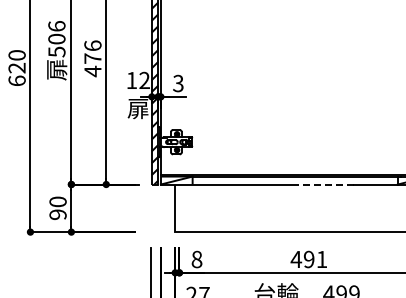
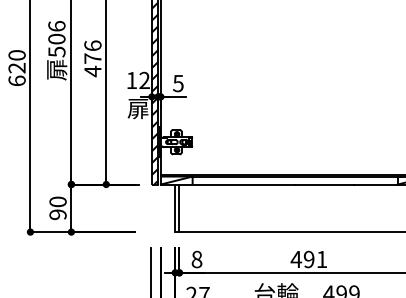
text at (178, 82): 3 -> 5
line at (324, 184): dashed -> solid
line at (179, 208): none -> present
